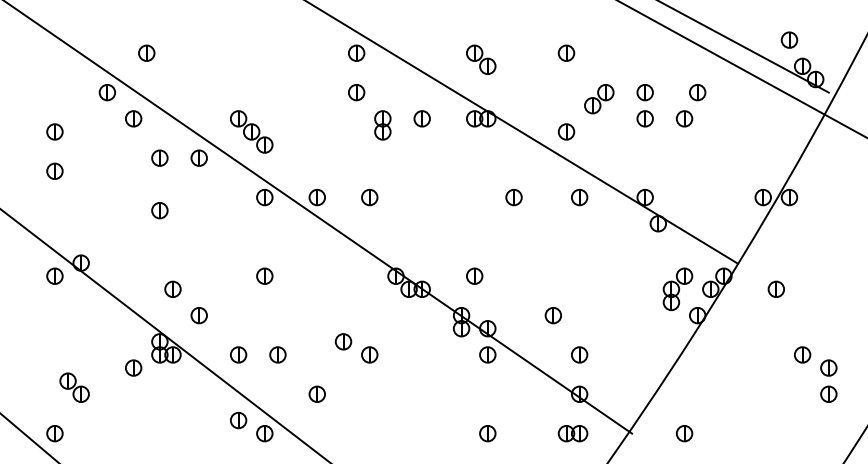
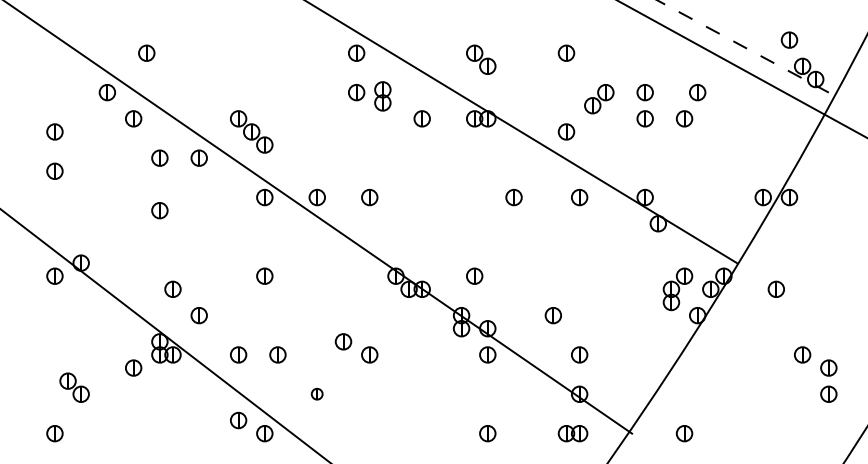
line at (742, 46): solid -> dashed
part at (382, 125) position: (382, 125) -> (382, 96)
part at (316, 393) size: 18x18 px -> 14x14 px
line at (29, 437): present -> none
